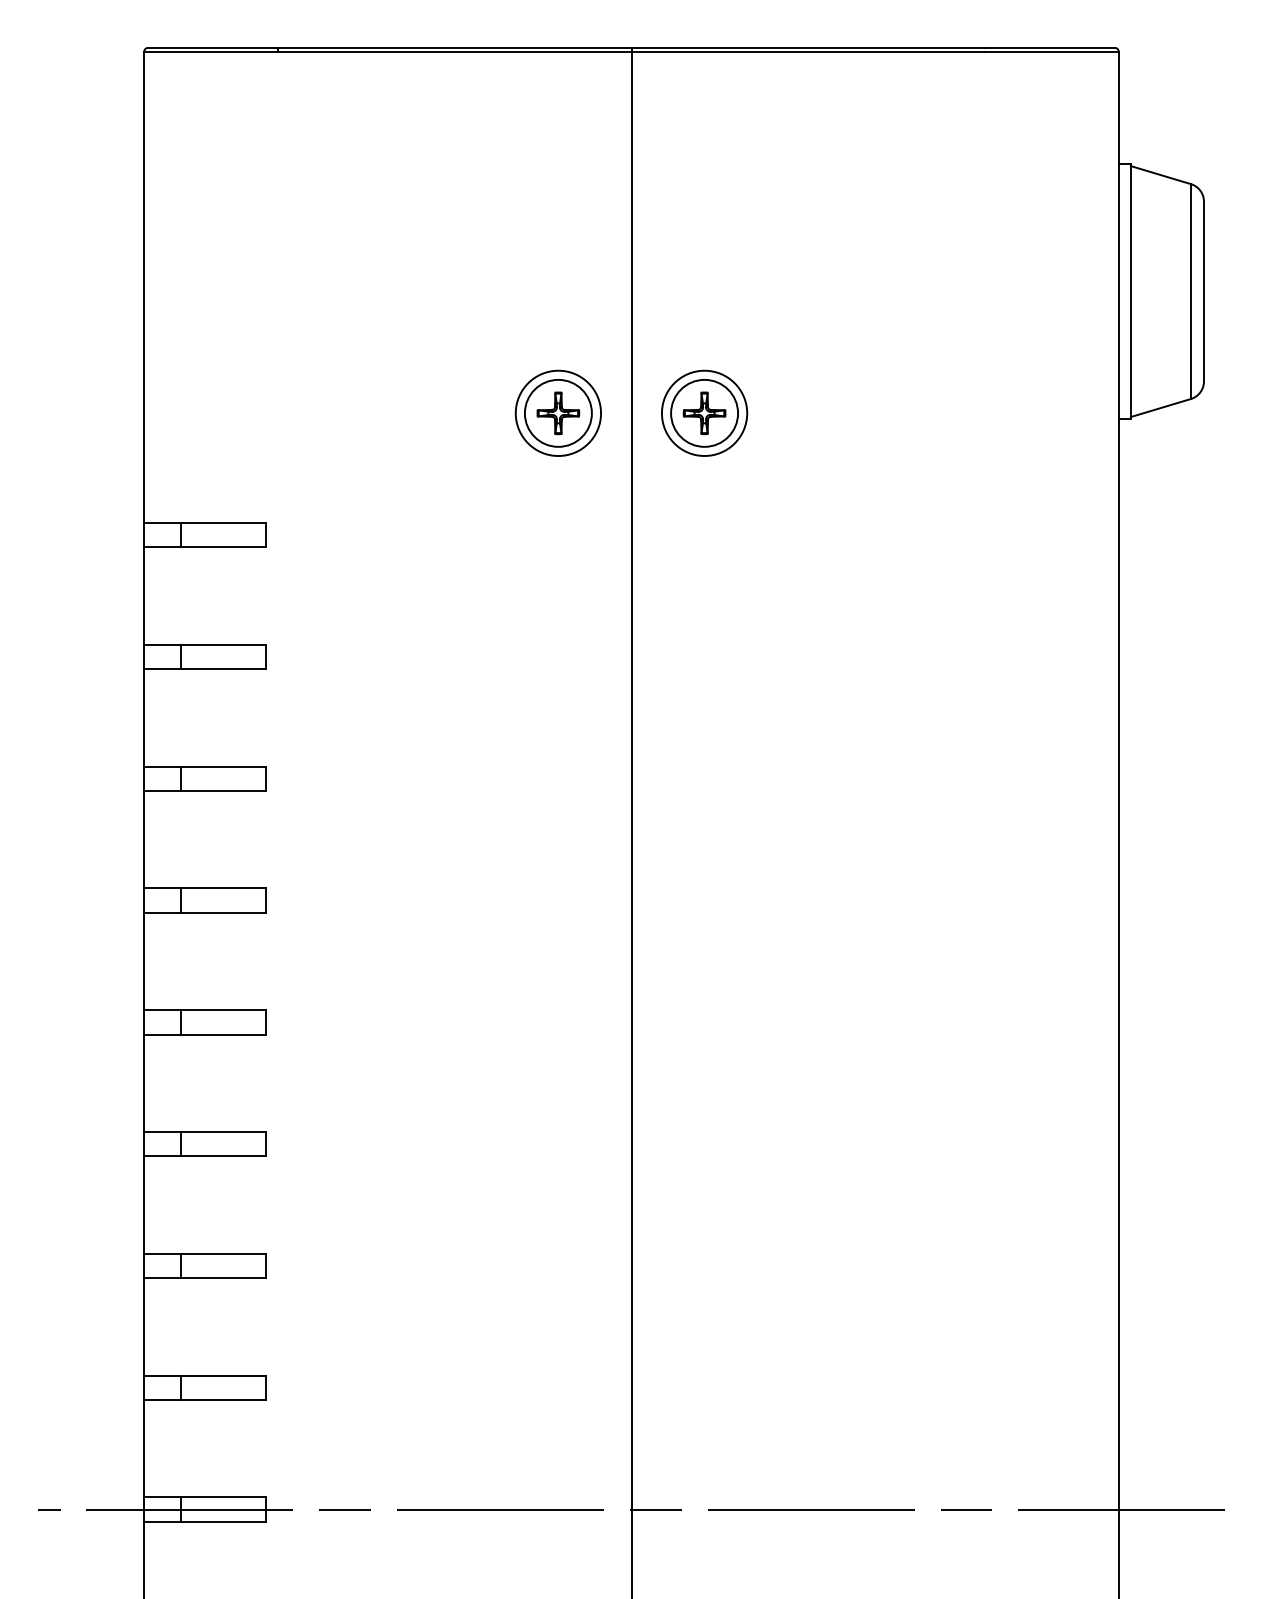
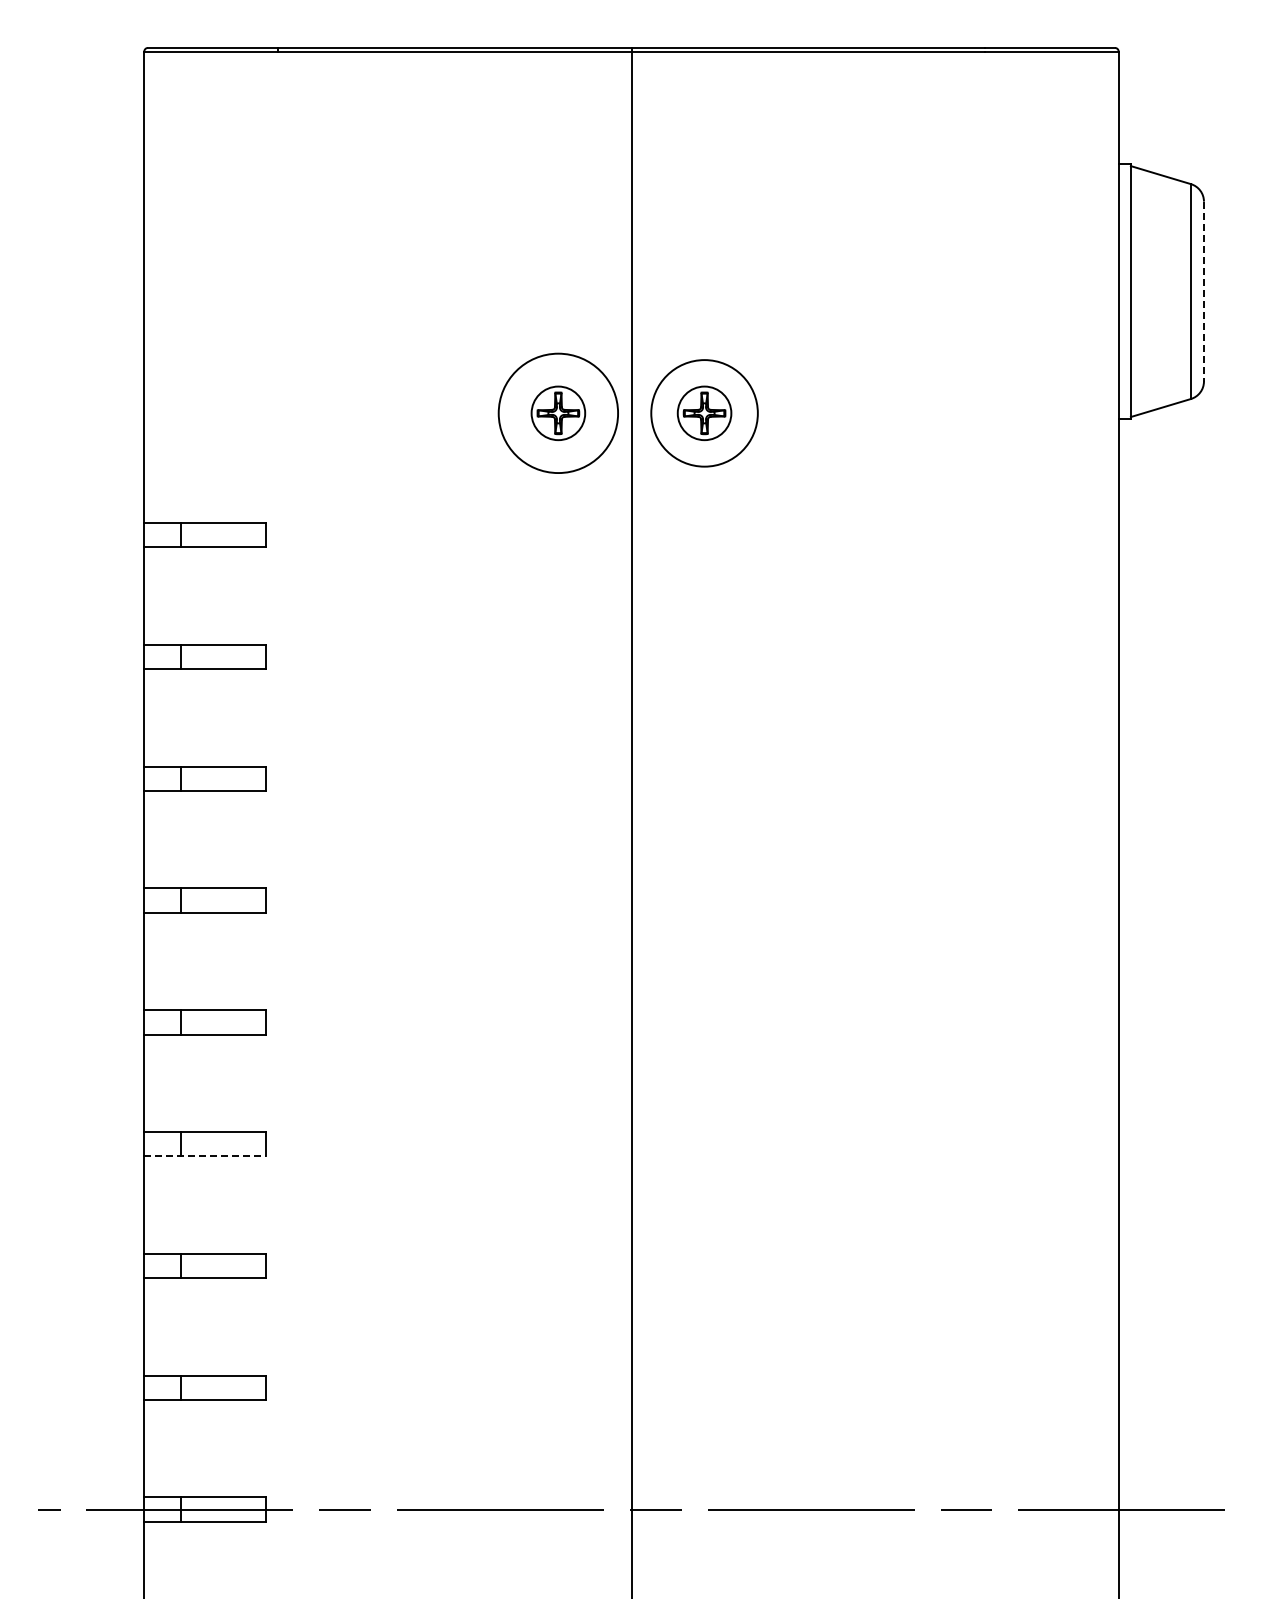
line at (1203, 291): solid -> dashed
circle at (557, 412) diameter: 67 px -> 54 px
circle at (704, 412) diameter: 67 px -> 54 px
circle at (558, 413) diameter: 85 px -> 119 px
circle at (704, 413) diameter: 85 px -> 107 px
line at (205, 1156): solid -> dashed
